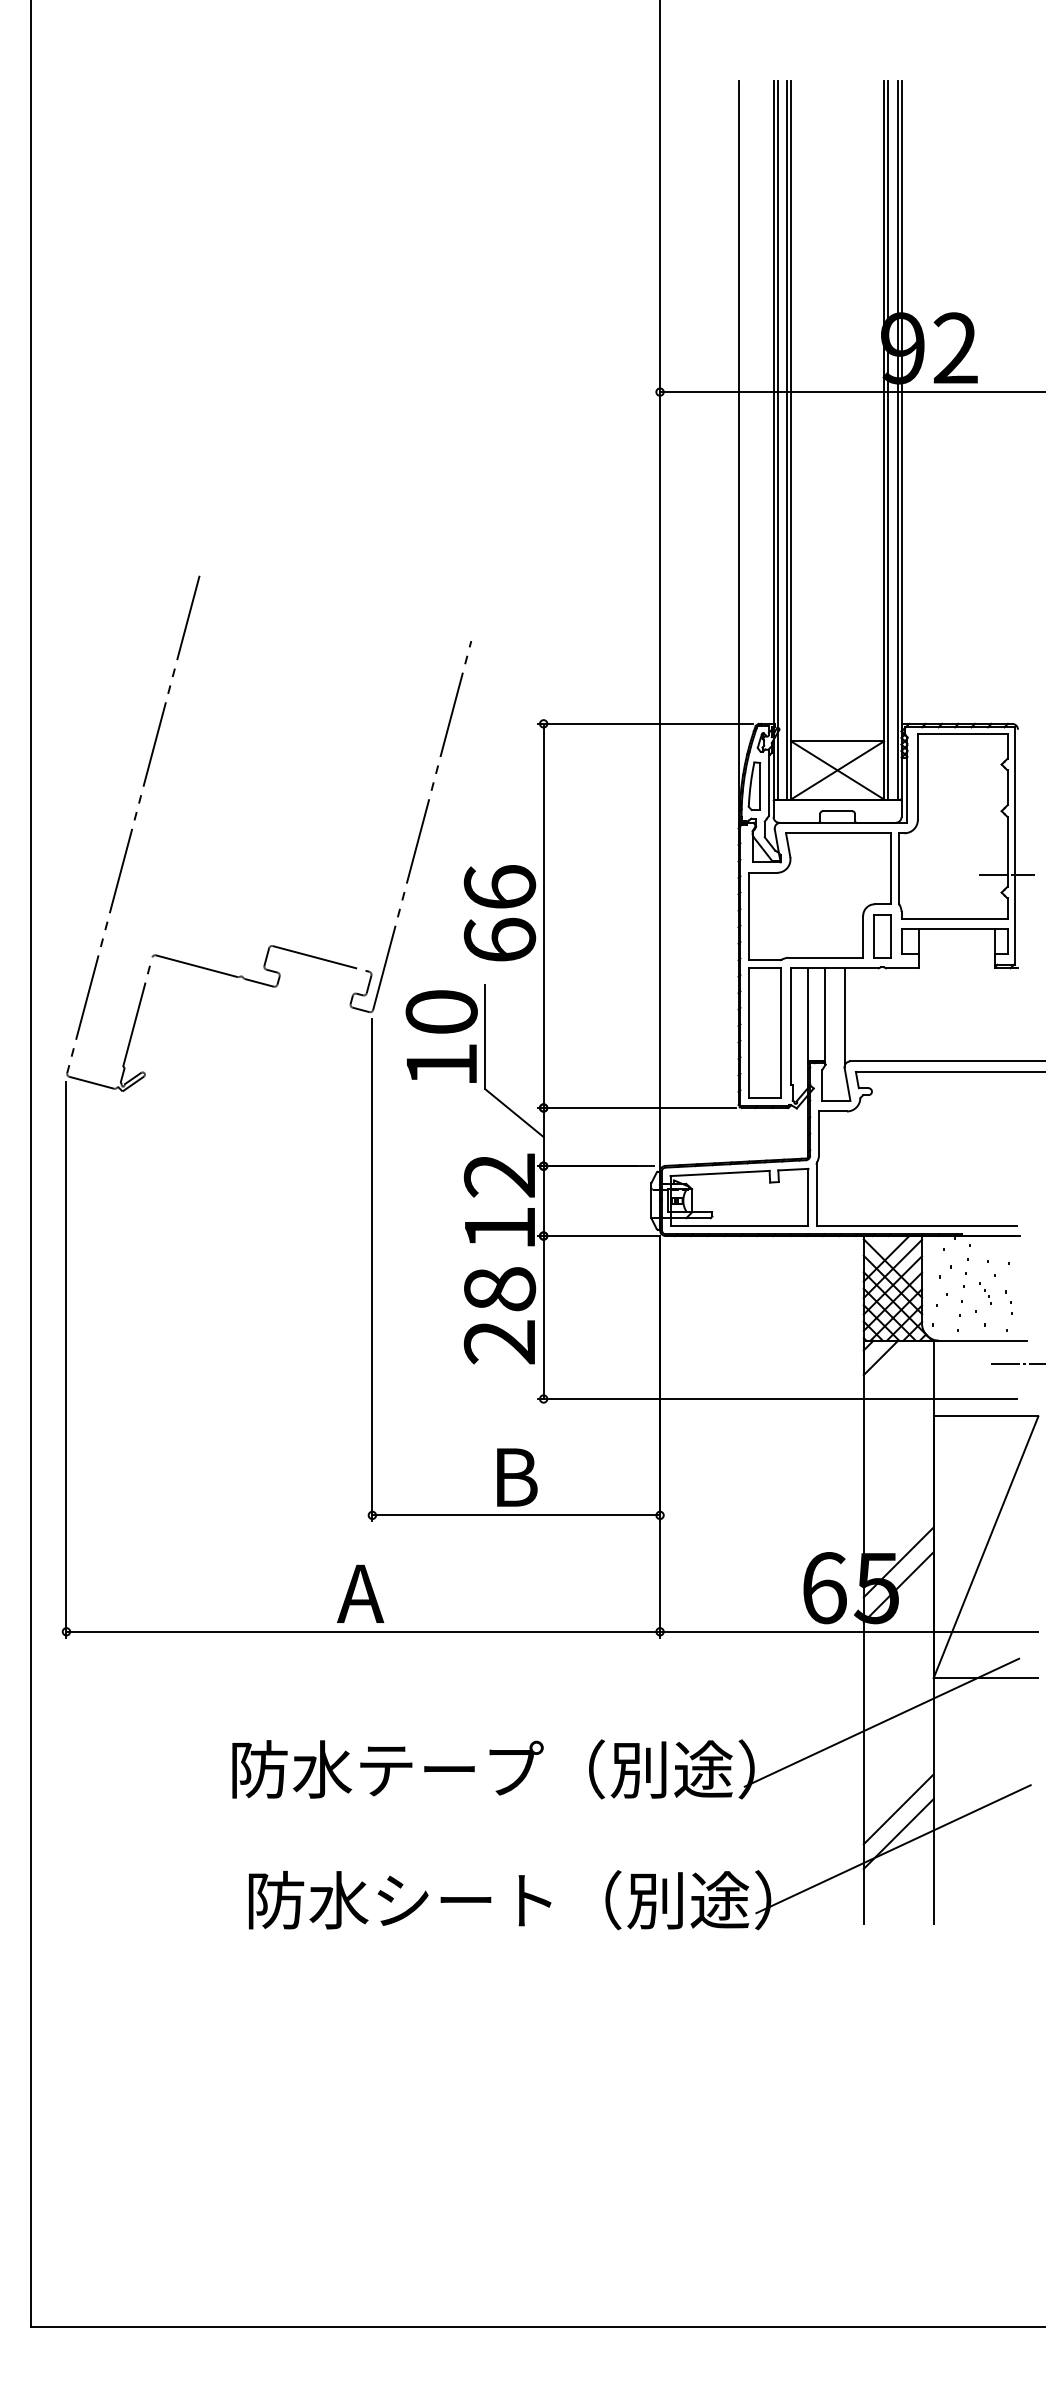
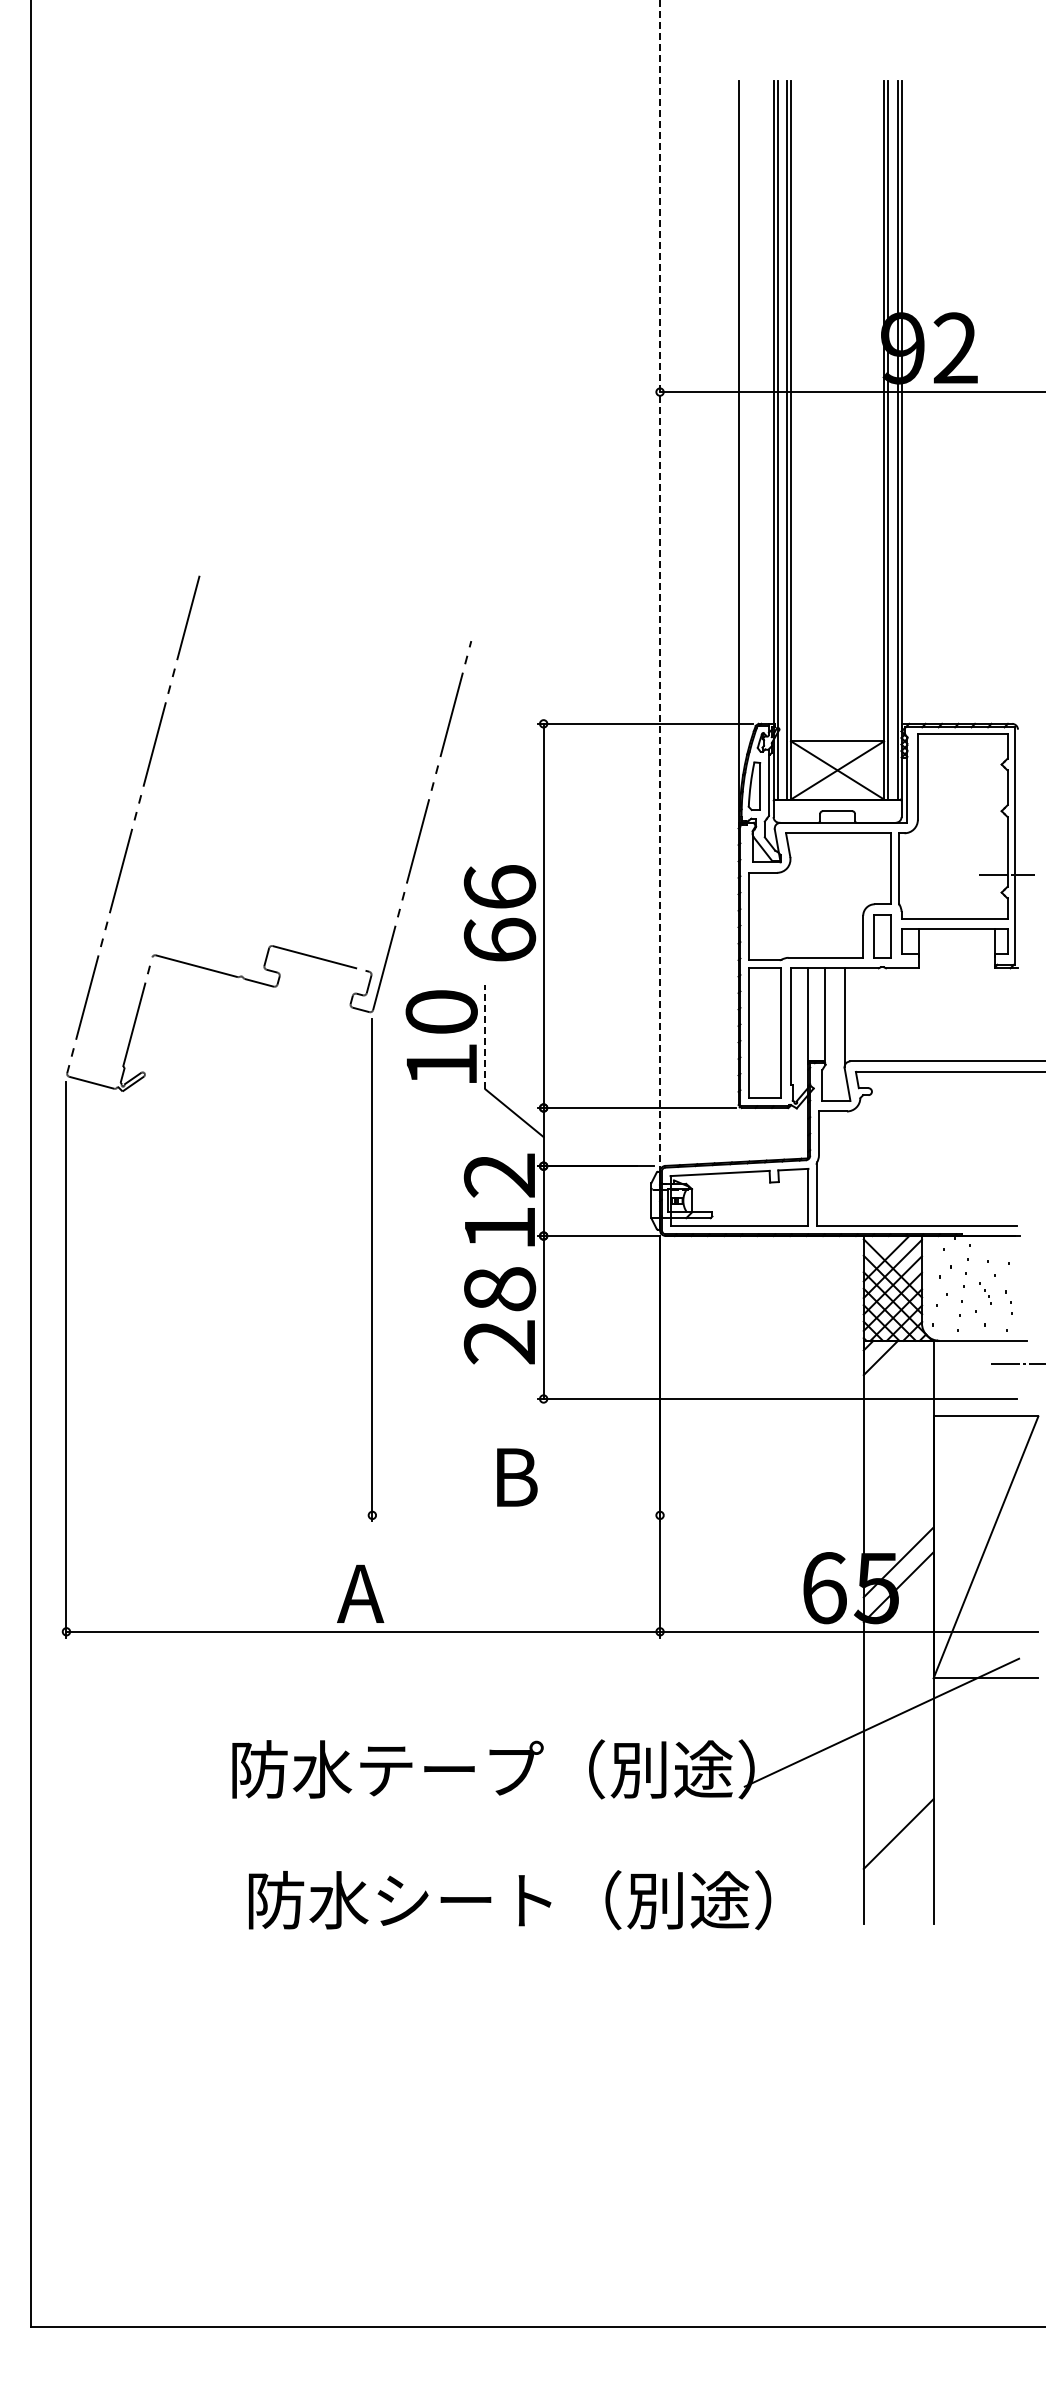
line at (660, 586): solid -> dashed
line at (485, 1036): solid -> dashed
line at (516, 1515): present -> none
line at (898, 1809): present -> none
line at (893, 1849): present -> none
